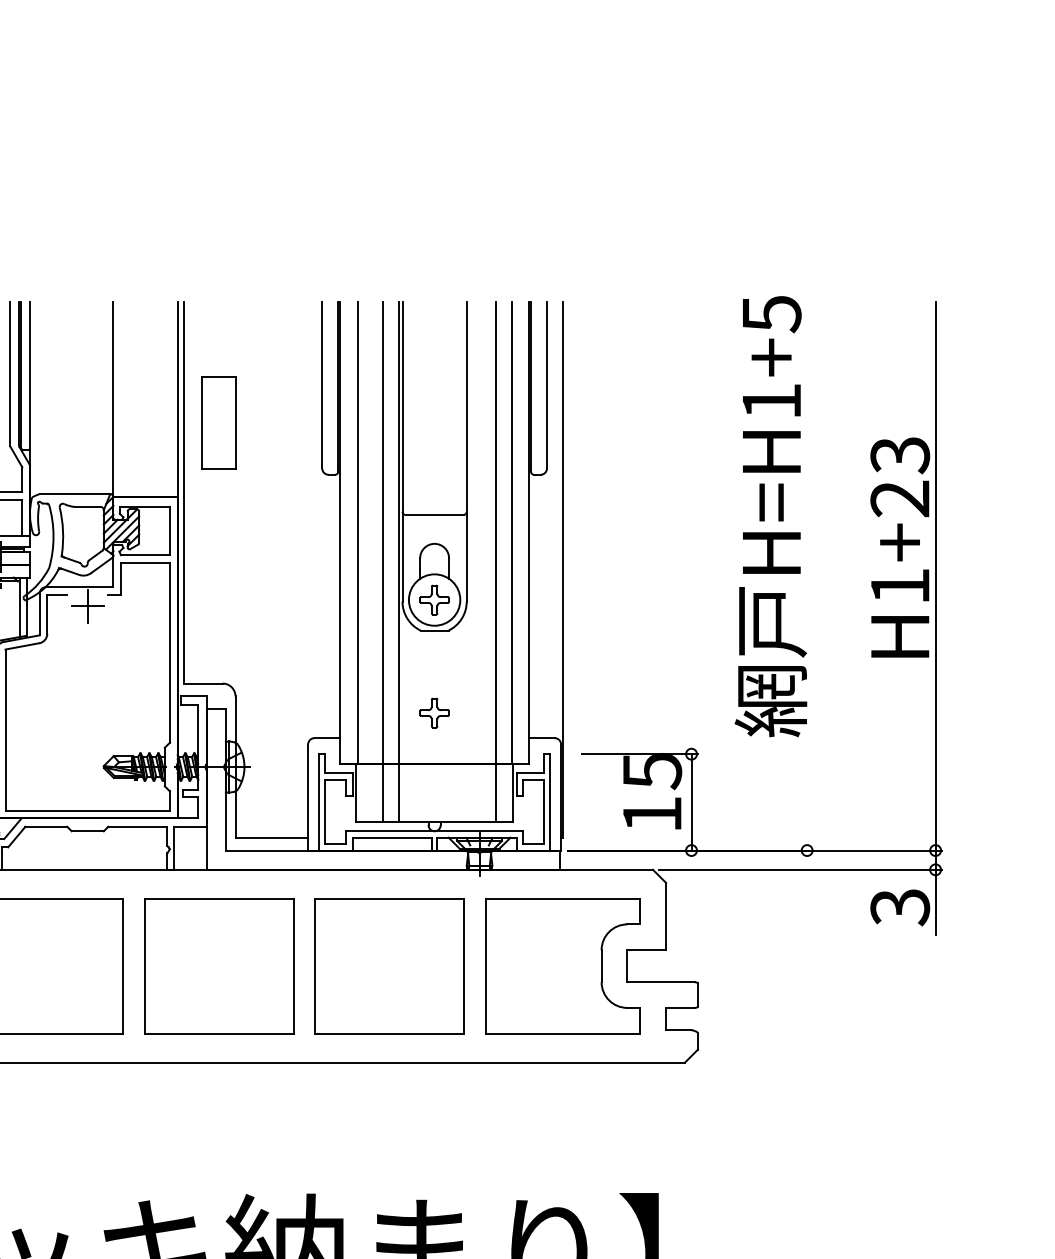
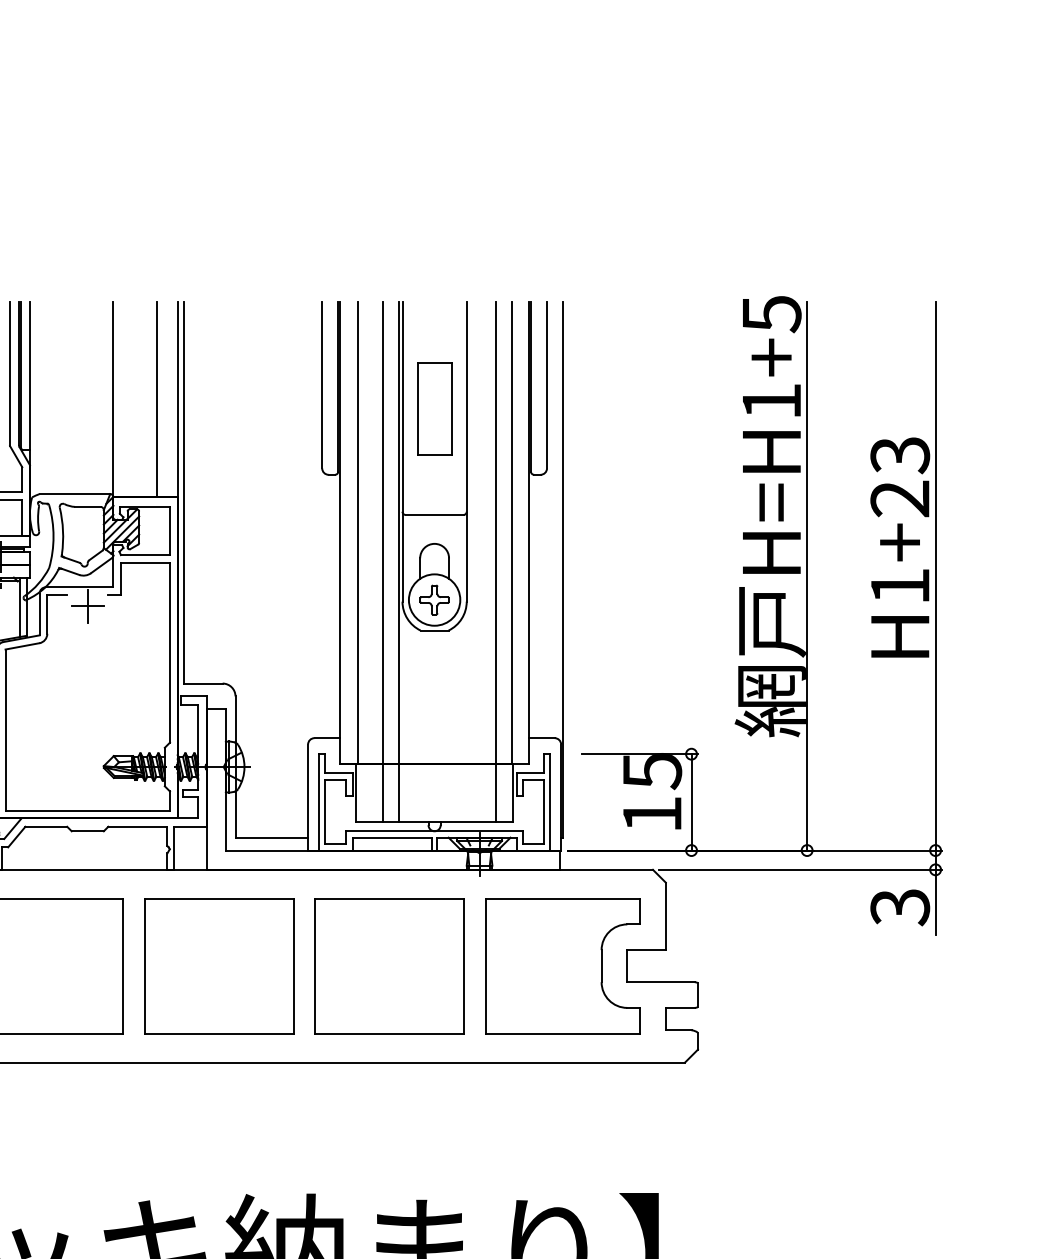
line at (156, 399): none -> present
part at (218, 422) position: (218, 422) -> (434, 408)
line at (807, 575): none -> present
part at (434, 712): present -> none
